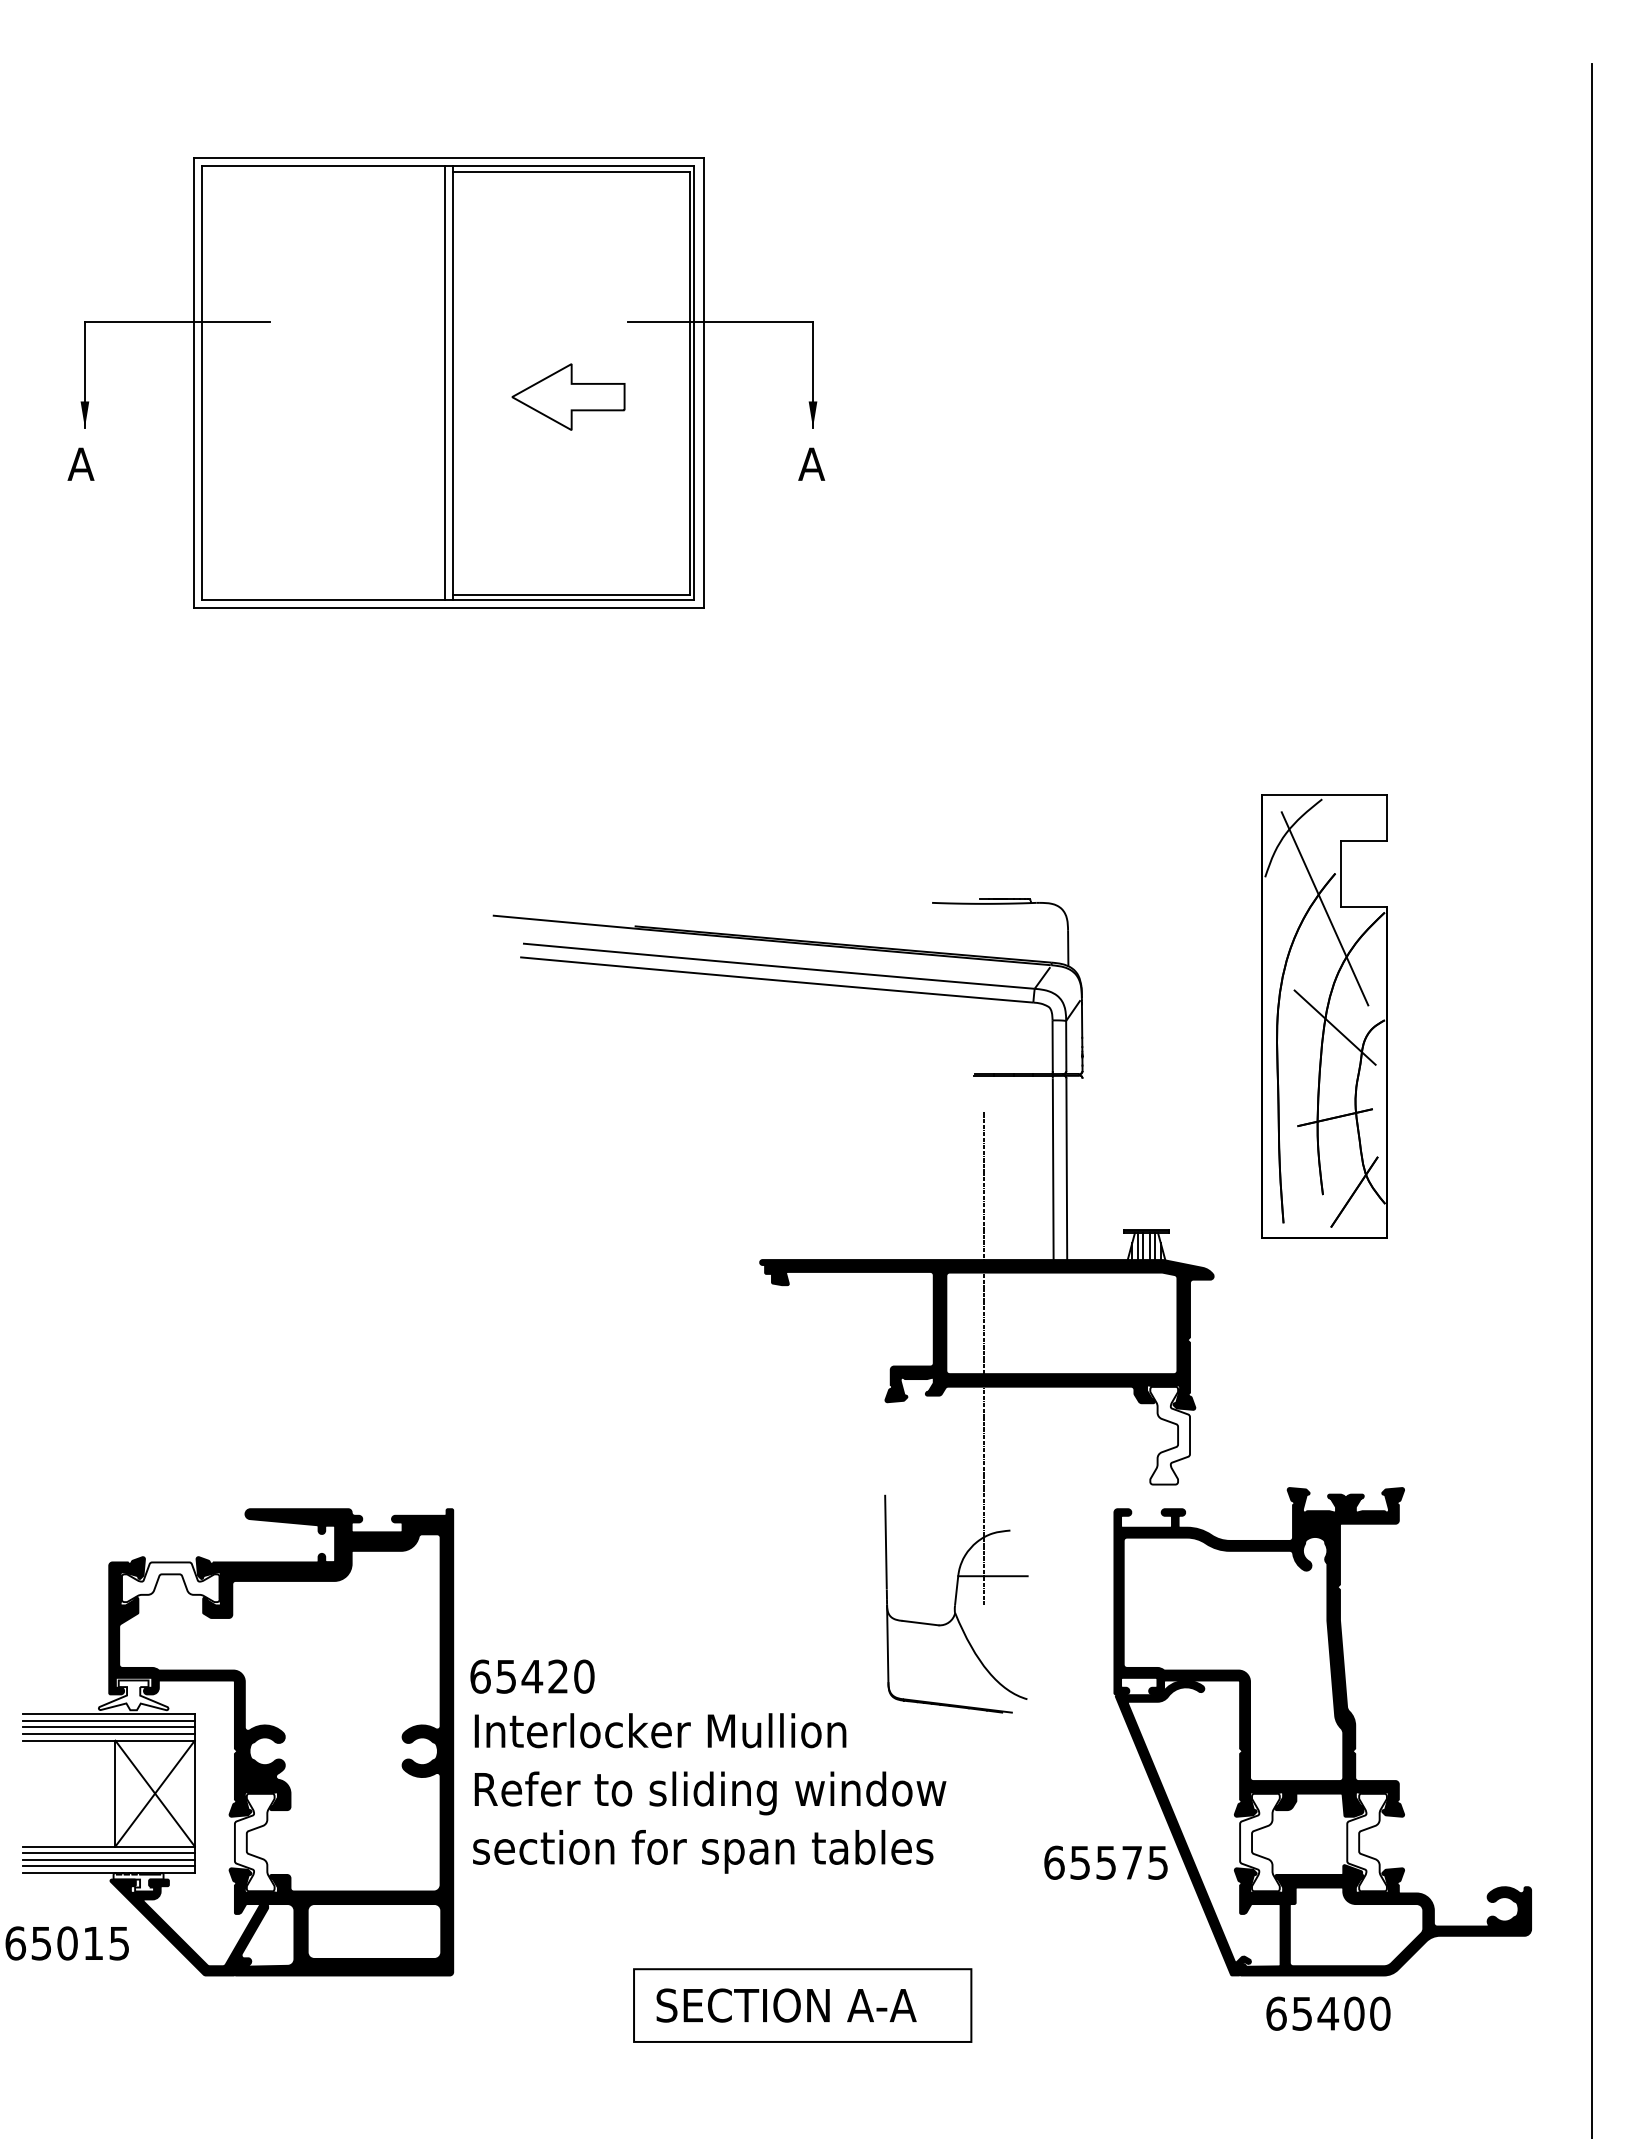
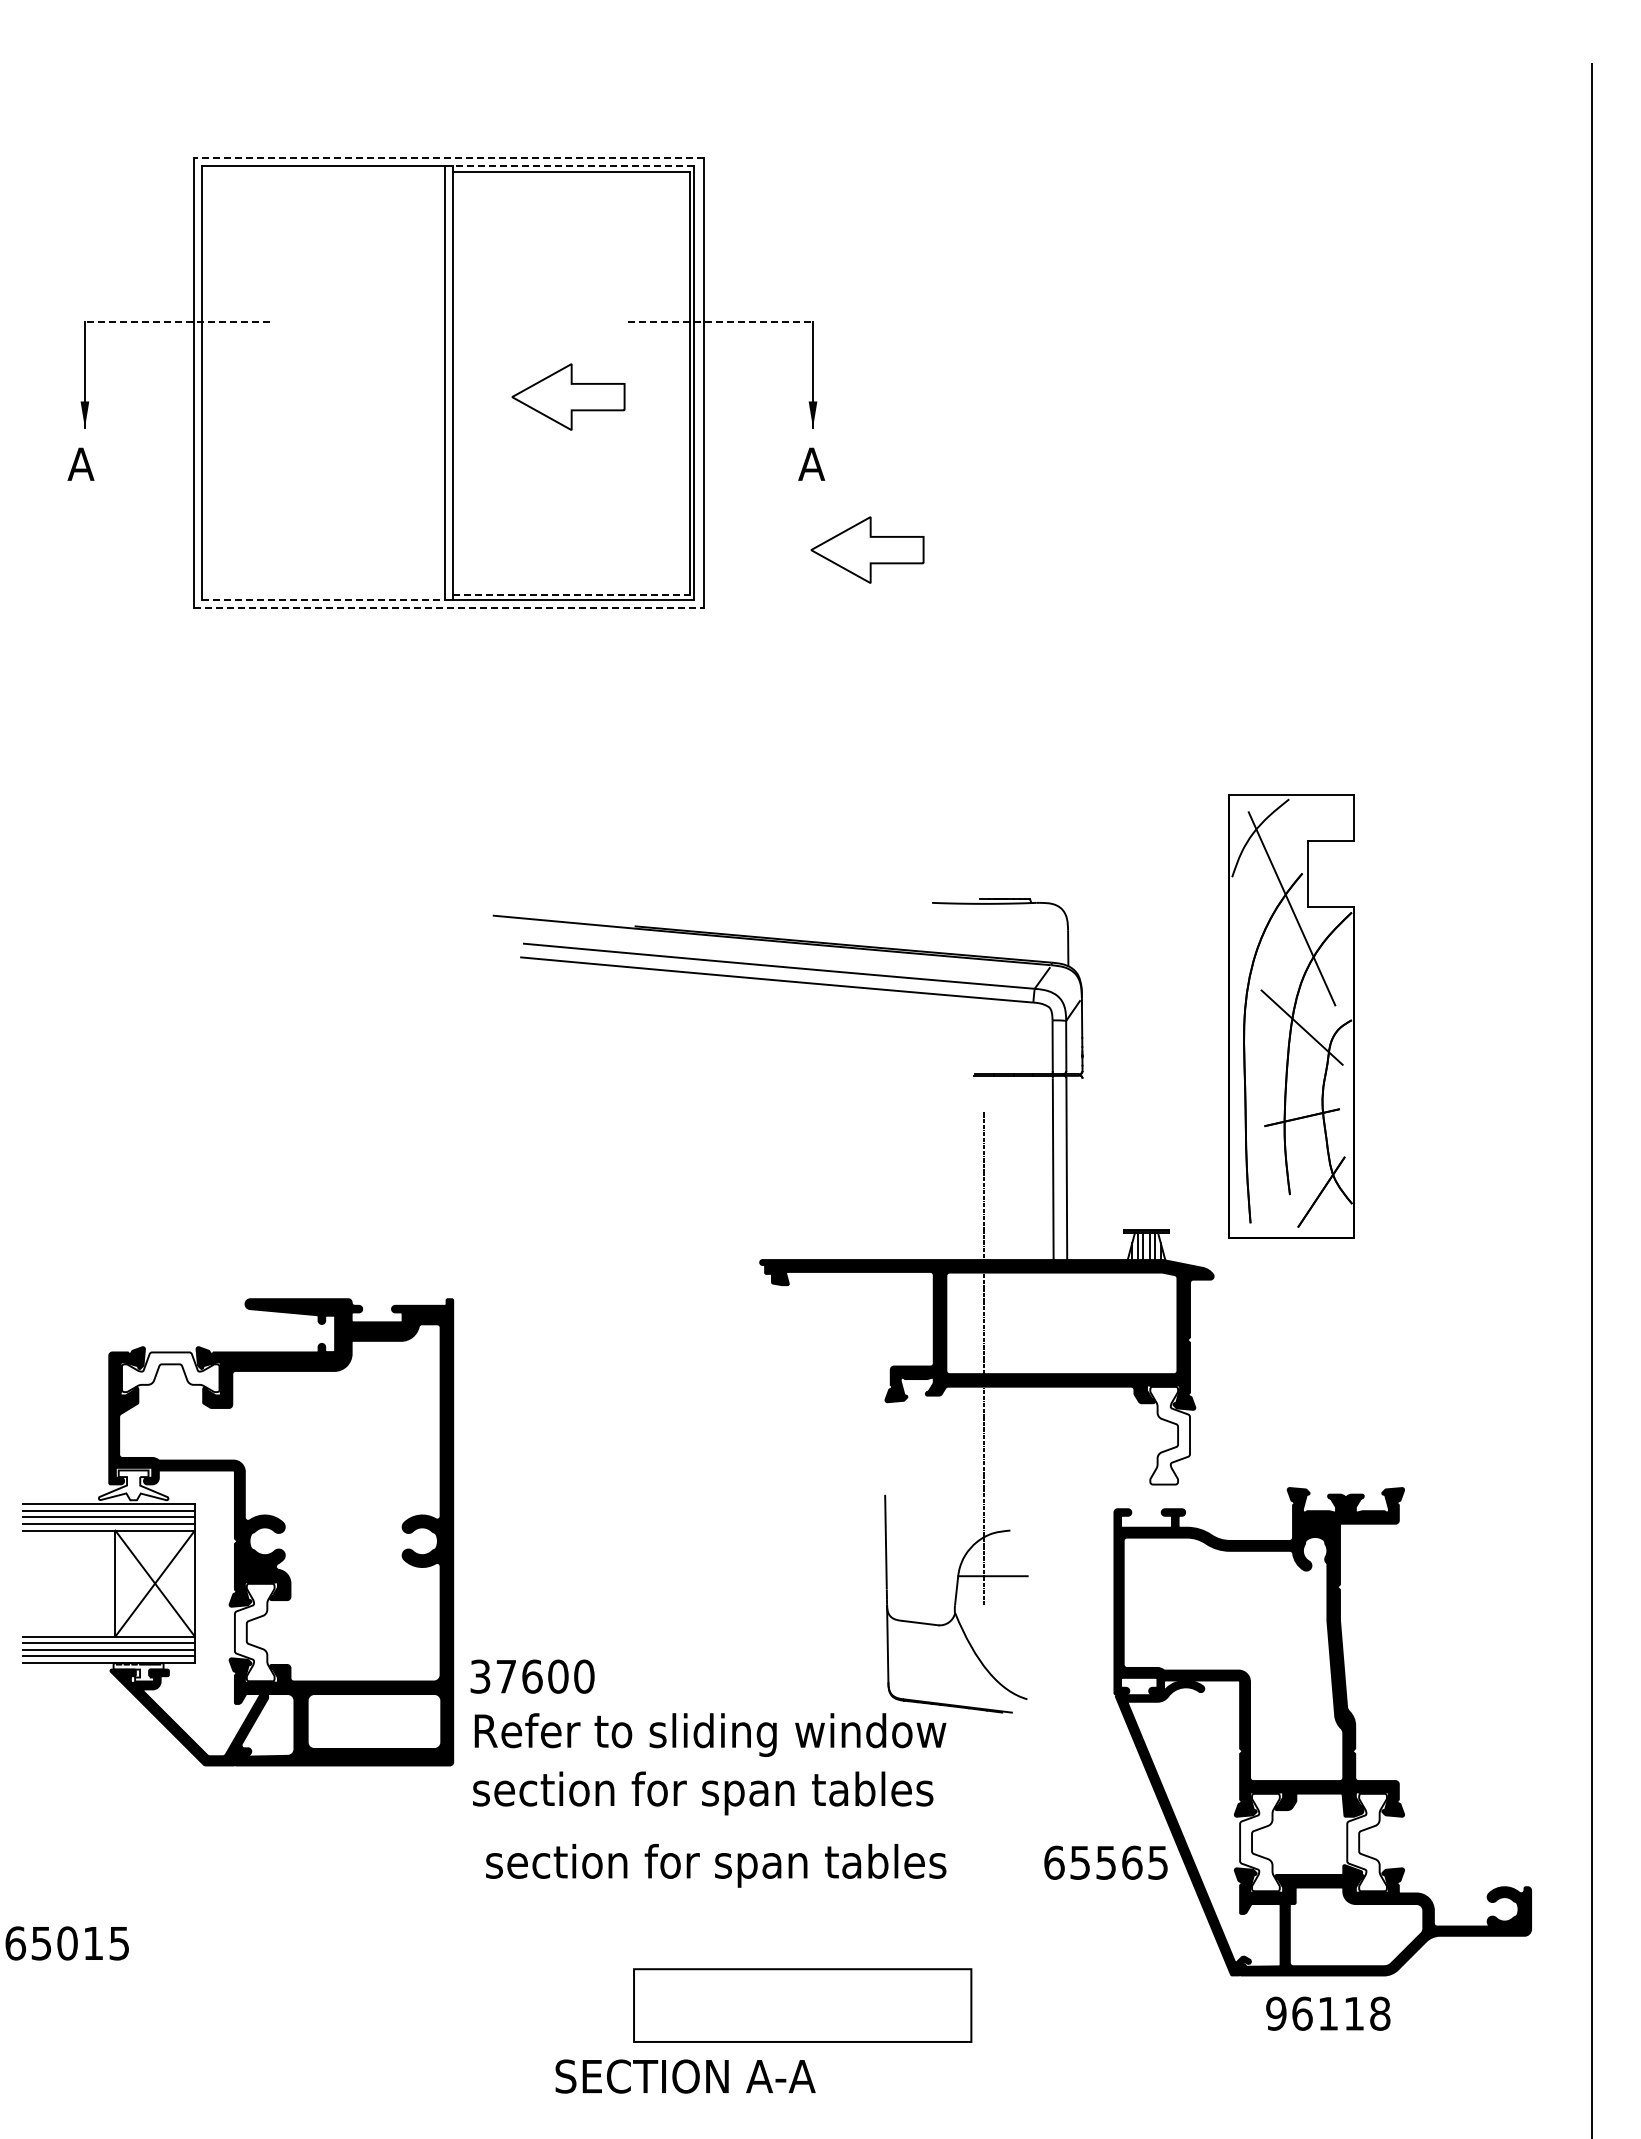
line at (448, 158): solid -> dashed
line at (569, 166): solid -> dashed
line at (177, 322): solid -> dashed
line at (720, 322): solid -> dashed
part at (867, 549): none -> present
line at (571, 594): solid -> dashed
line at (324, 600): solid -> dashed
line at (448, 608): solid -> dashed
part at (1324, 1016) position: (1324, 1016) -> (1291, 1016)
text at (519, 1676): 65420 -> 37600
text at (712, 1734): Interlocker Mullion -> Refer to sliding window
part at (238, 1742) position: (238, 1742) -> (238, 1532)
text at (709, 1793): Refer to sliding window -> section for span tables
text at (703, 1851) position: (703, 1851) -> (716, 1865)
text at (1132, 1862): 65575 -> 65565
text at (786, 2005) position: (786, 2005) -> (685, 2076)
text at (1328, 2013): 65400 -> 96118
